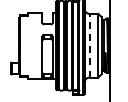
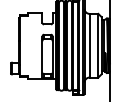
line at (89, 45): dashed -> solid
